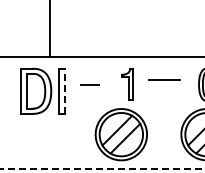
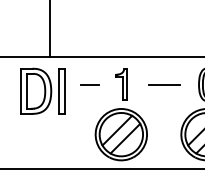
line at (164, 79) position: (164, 79) -> (164, 84)
part at (127, 84) position: (127, 84) -> (121, 84)
line at (65, 91): dashed -> solid
line at (102, 168): dashed -> solid
